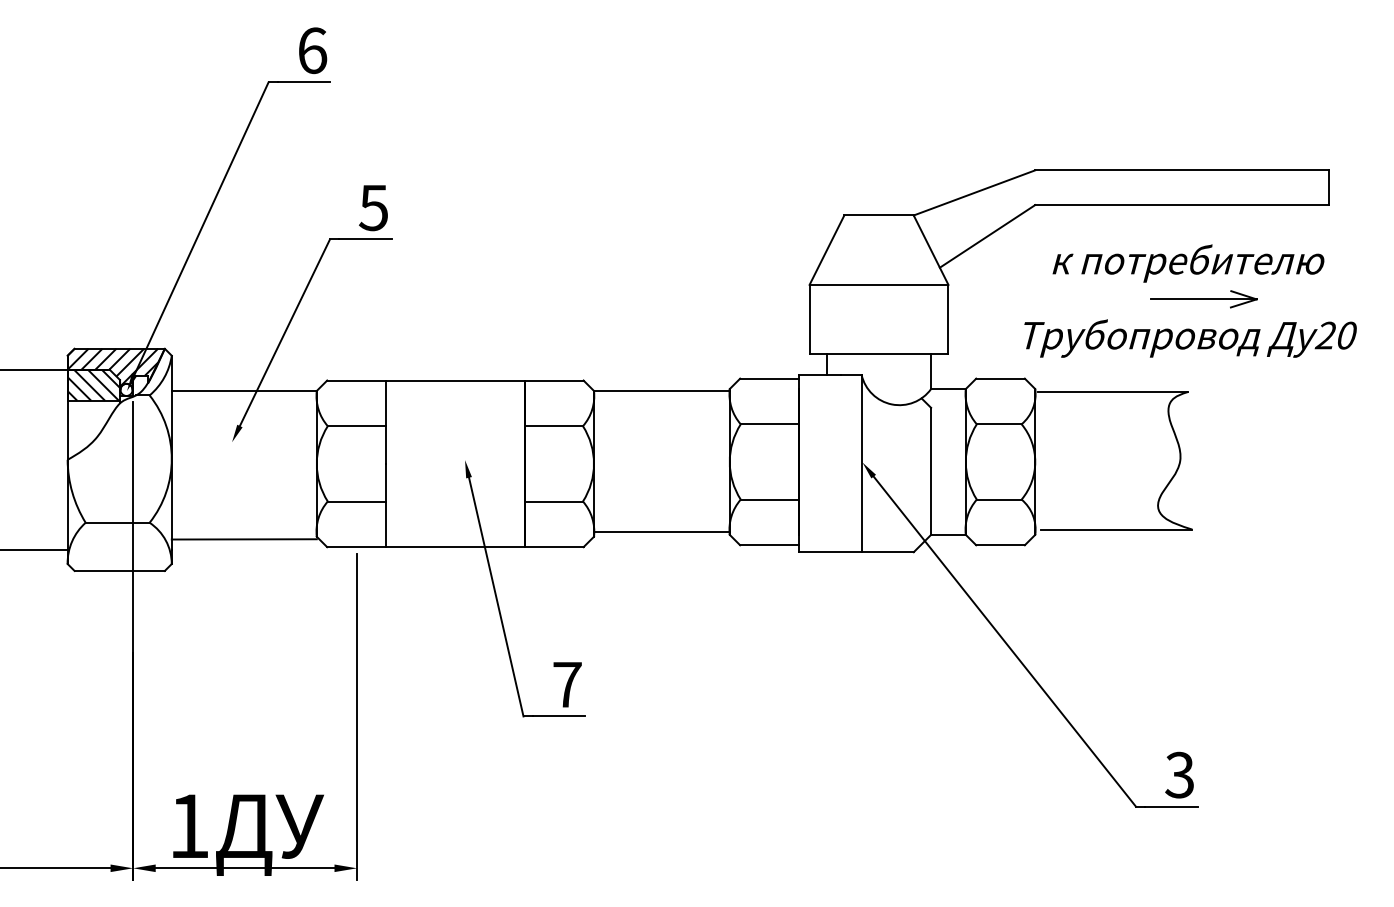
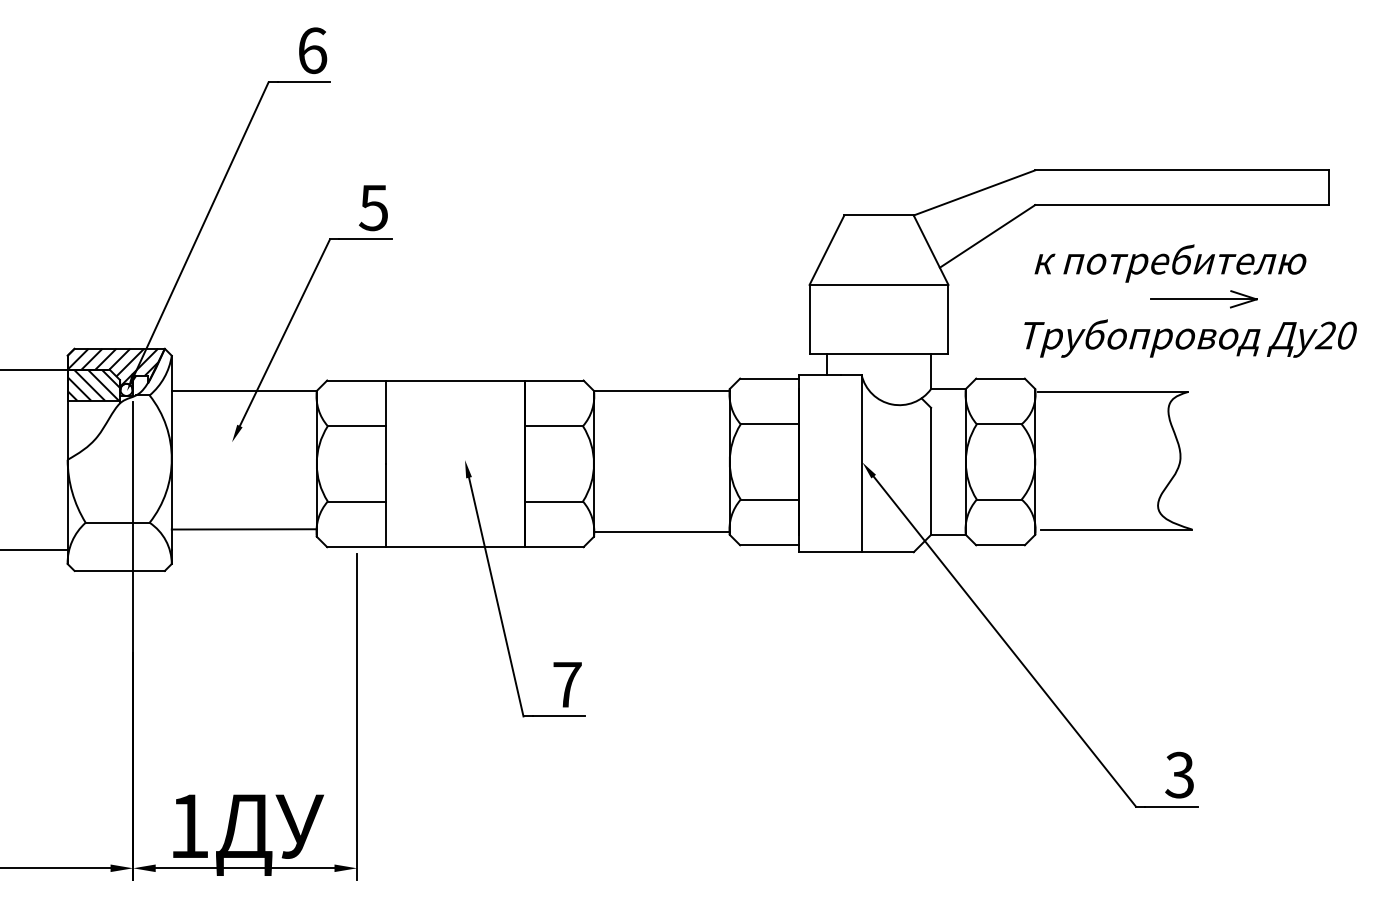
text at (1188, 263) position: (1188, 263) -> (1170, 263)
line at (243, 539) position: (243, 539) -> (243, 529)
